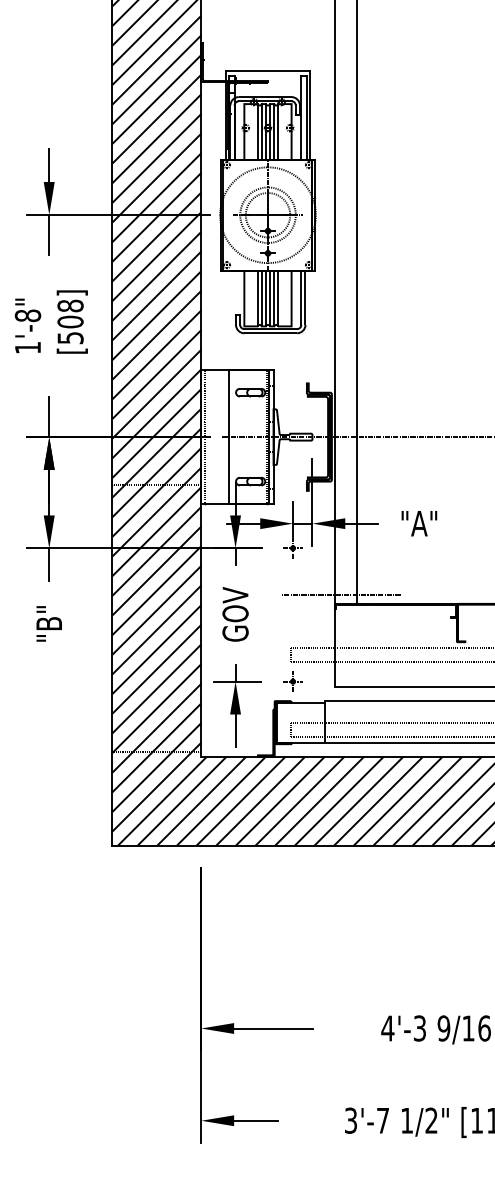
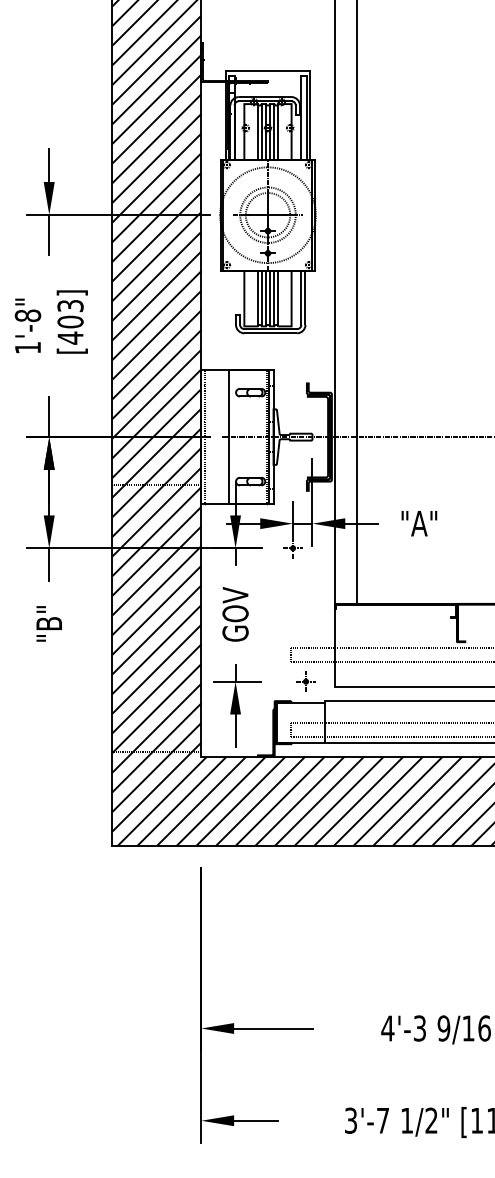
text at (70, 321): [508] -> [403]
line at (341, 594): present -> none
part at (292, 681) position: (292, 681) -> (305, 681)
